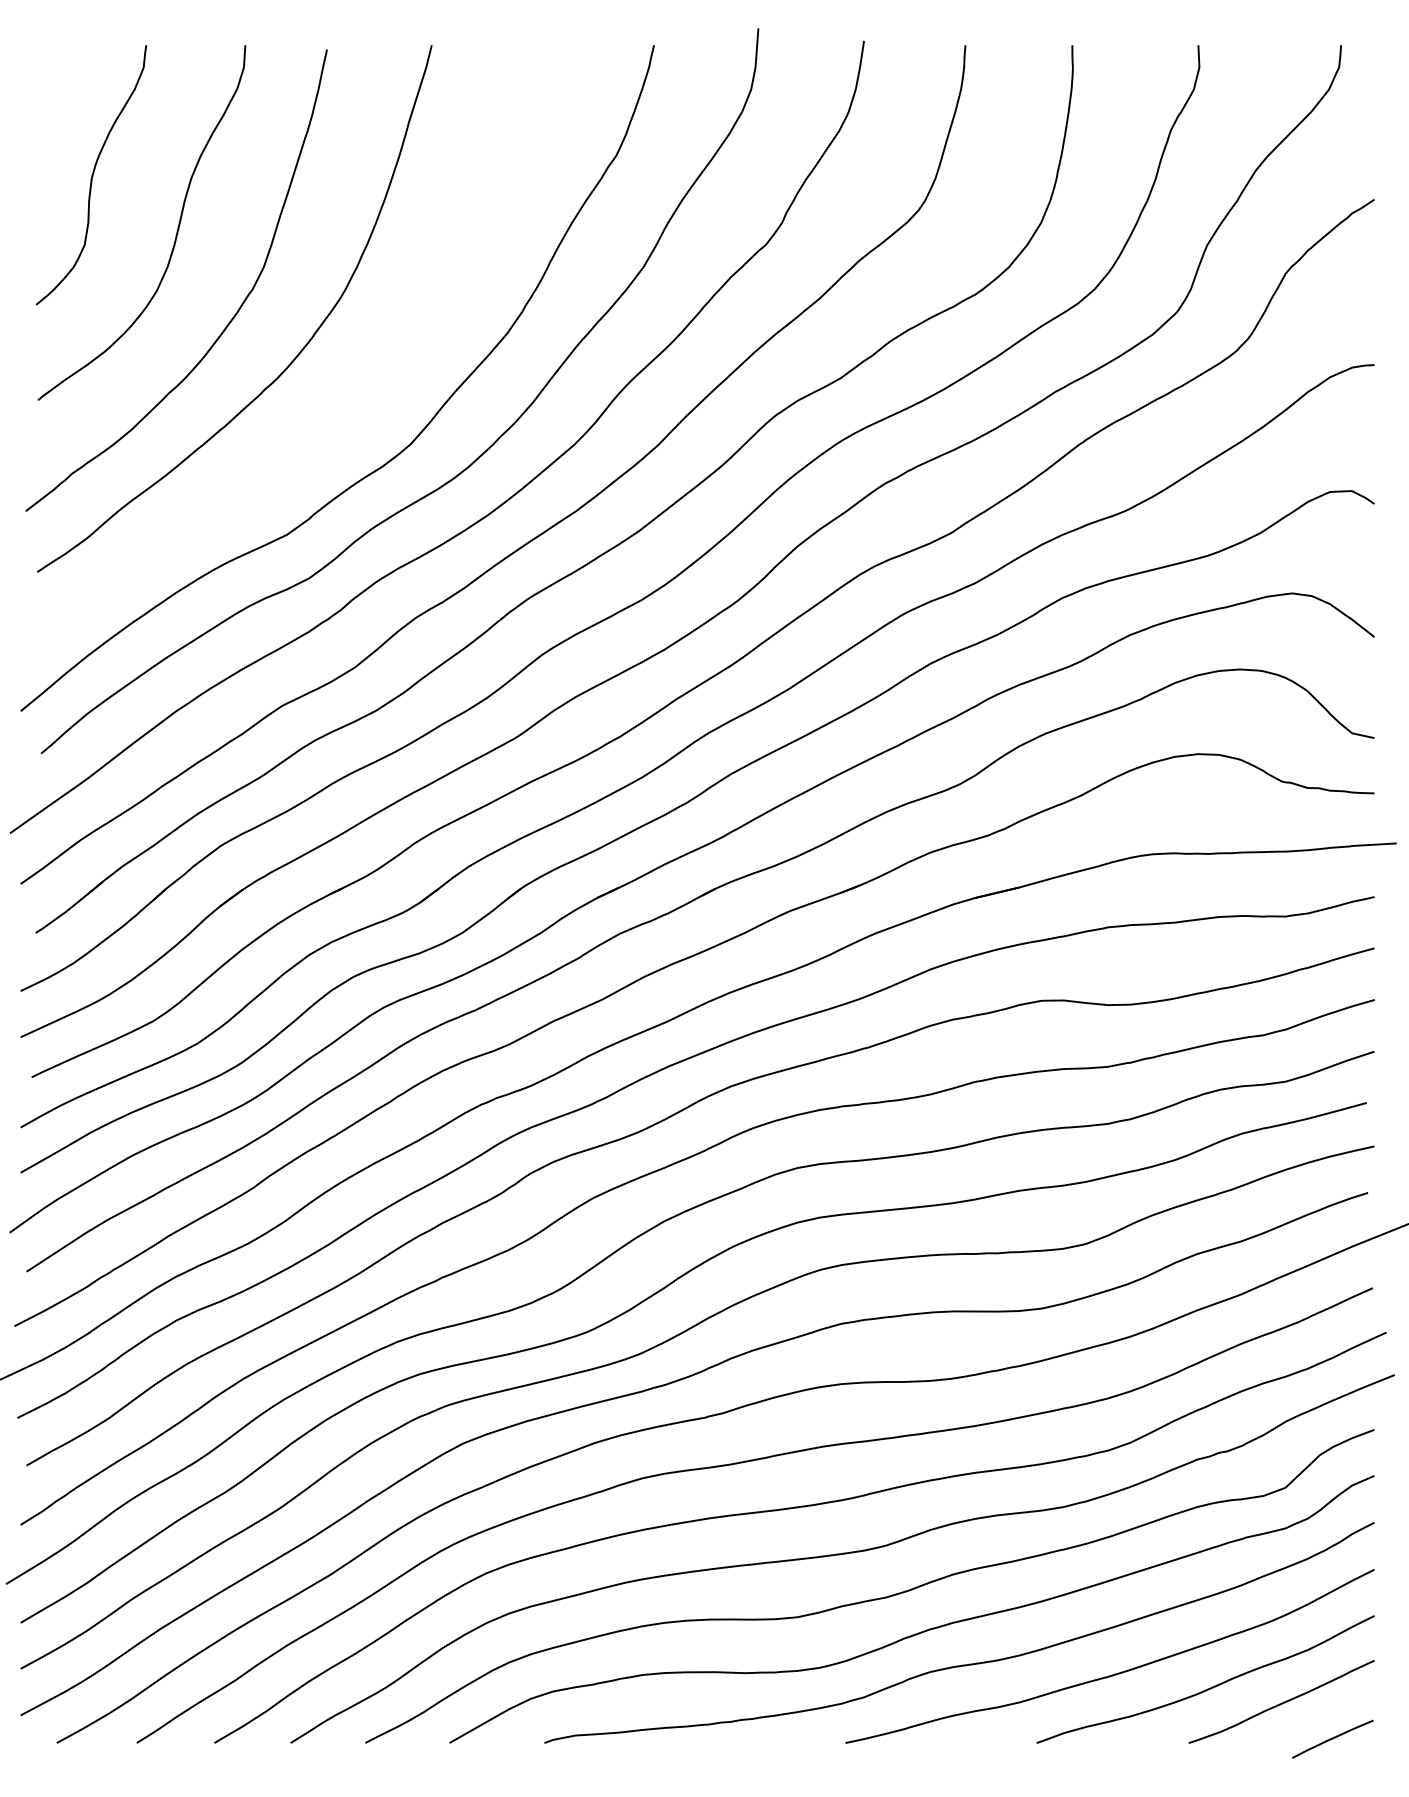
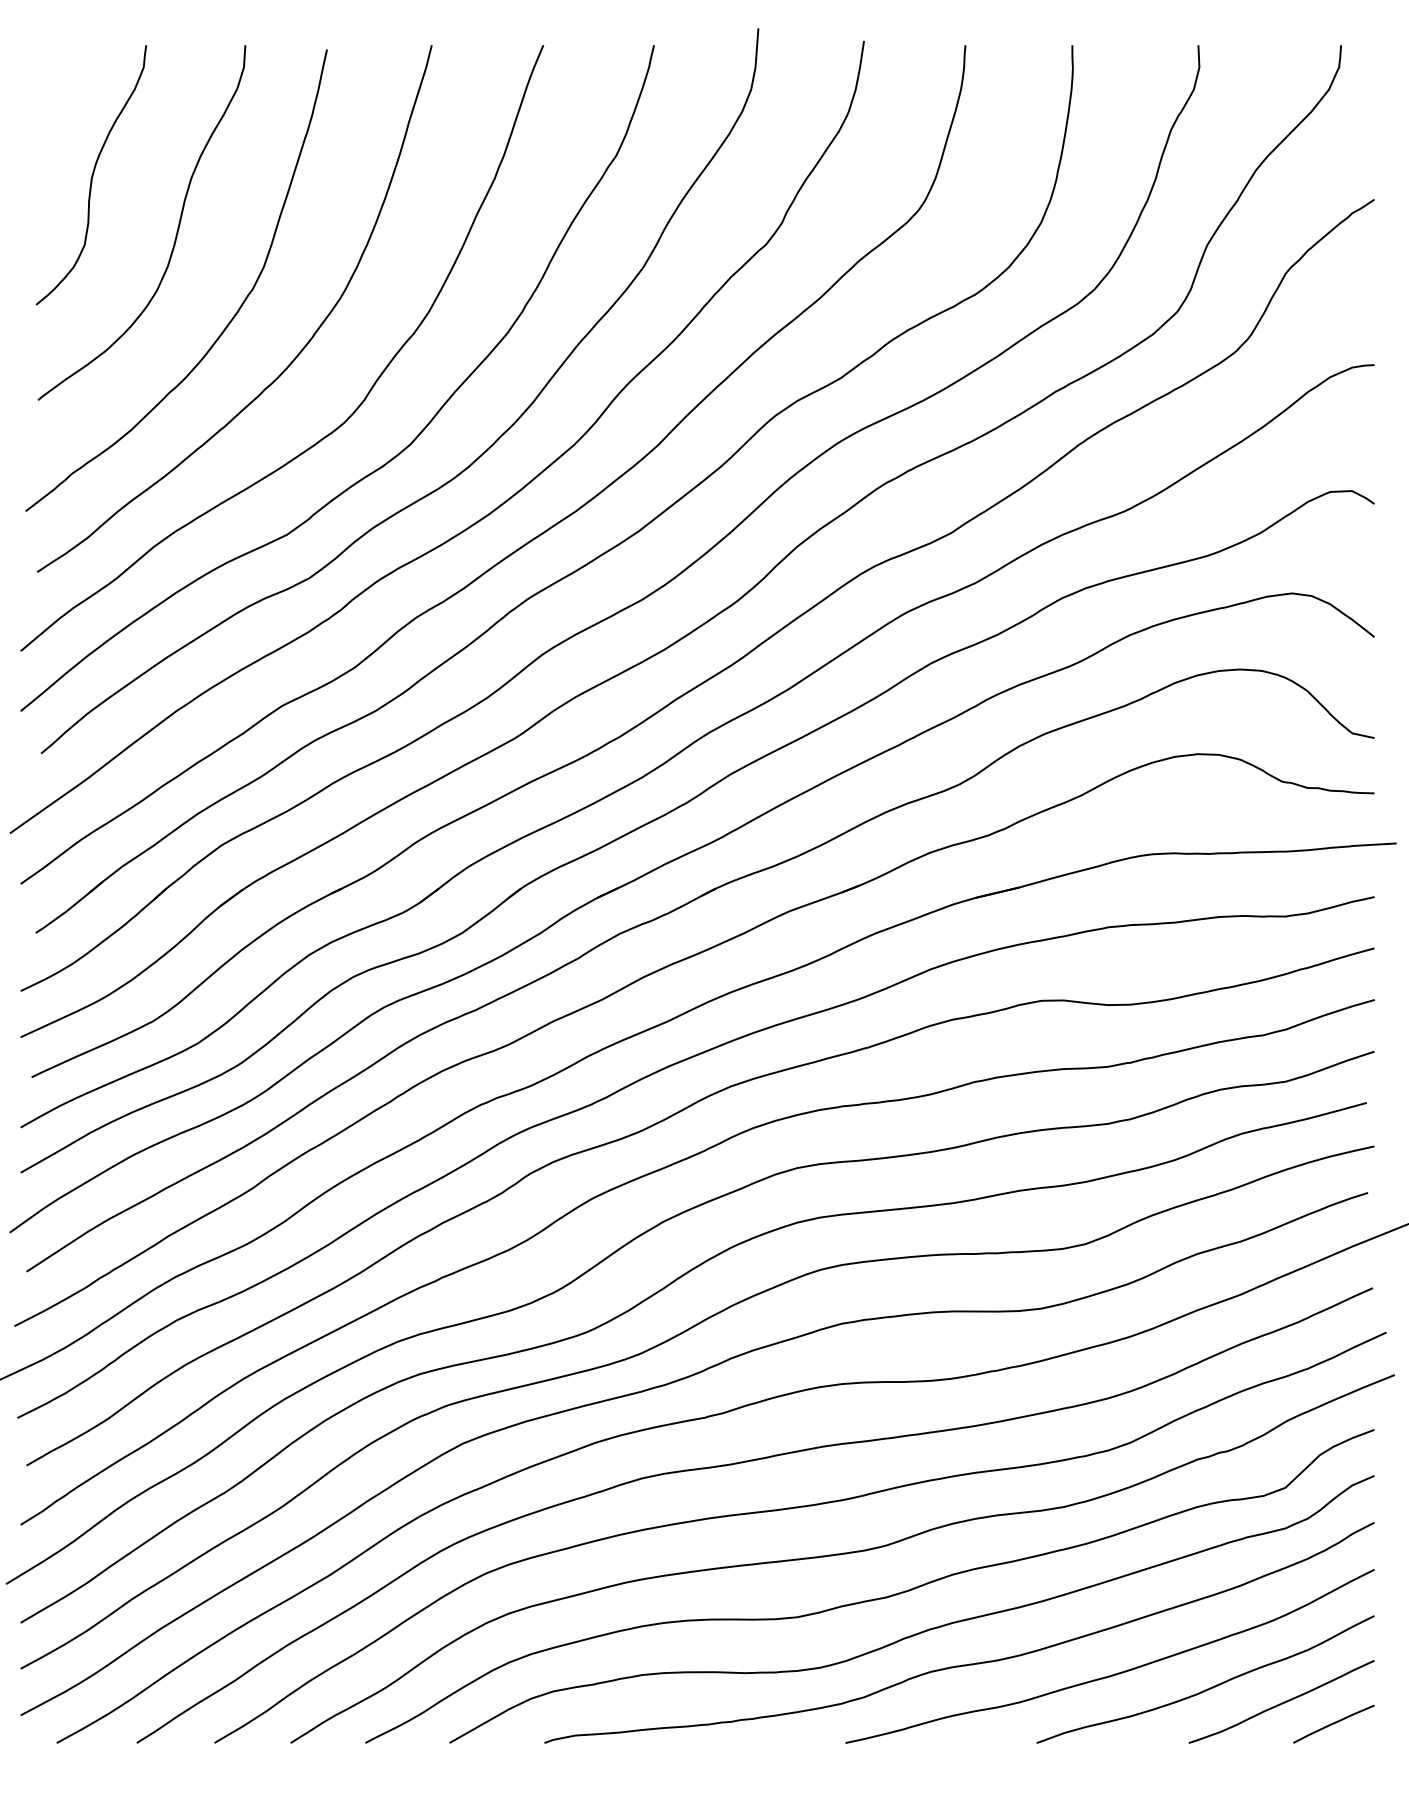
curve at (349, 415): none -> present
line at (1332, 1738) position: (1332, 1738) -> (1333, 1723)
